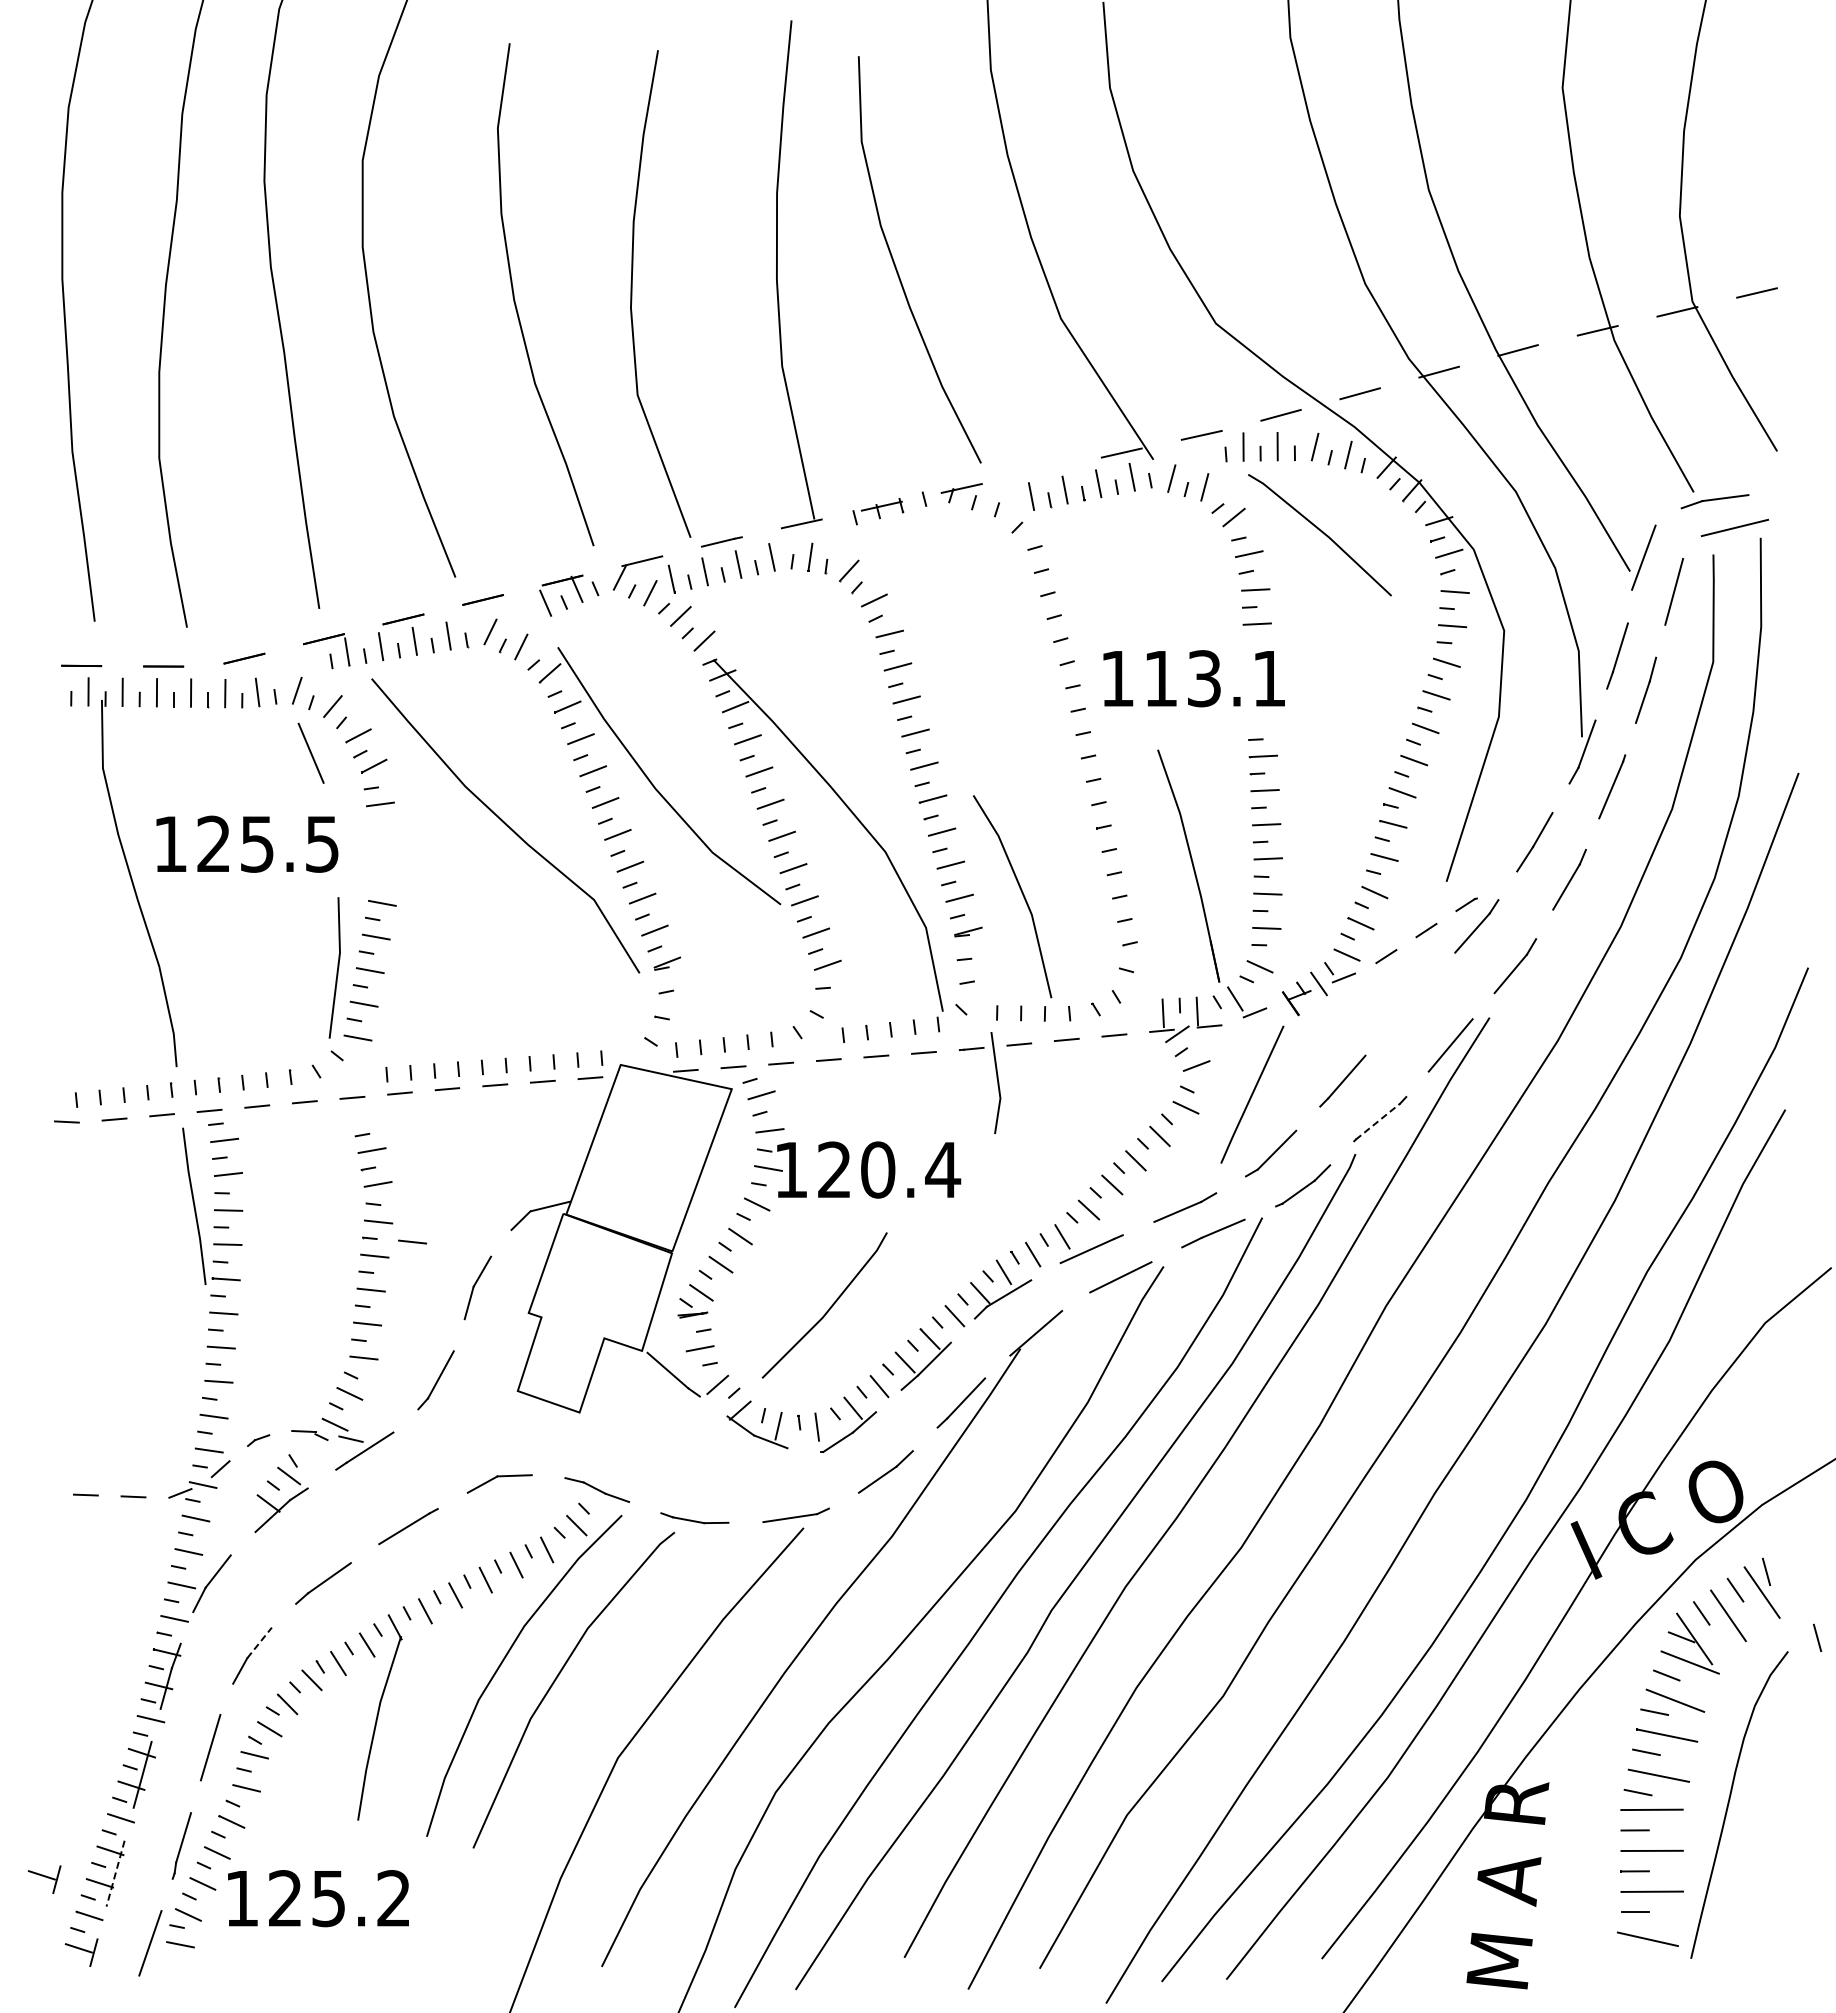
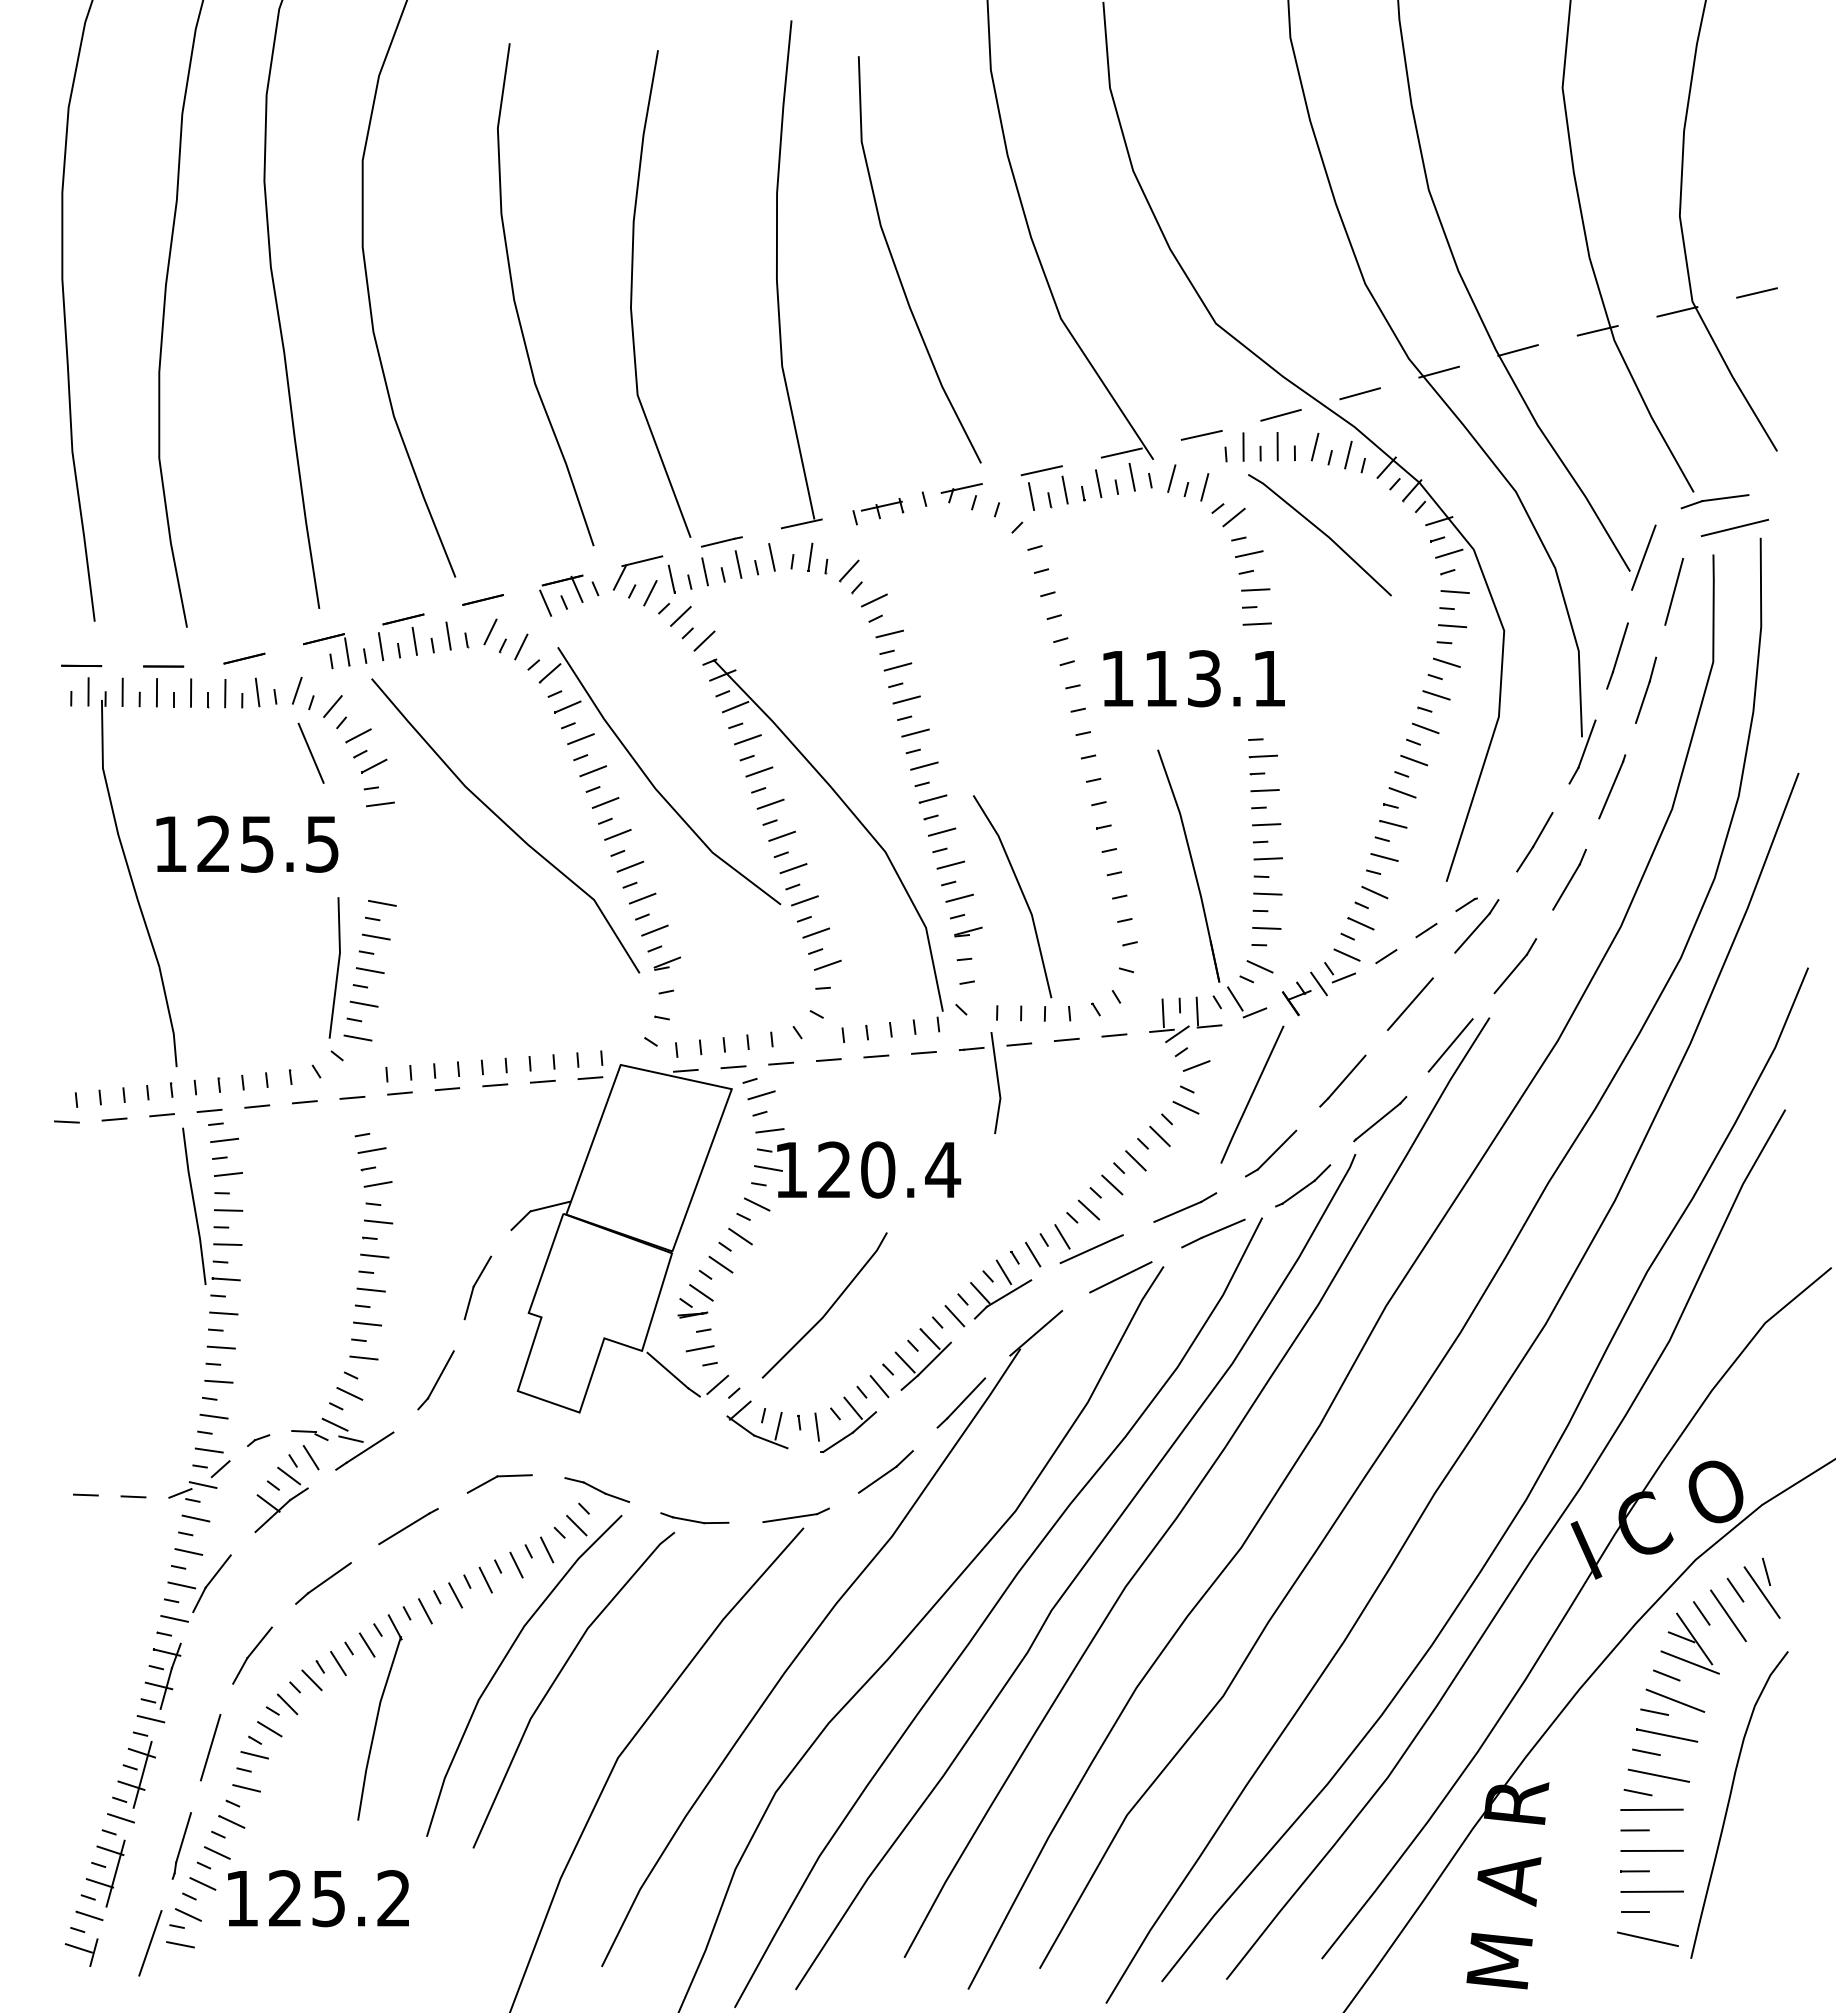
line at (1041, 470): none -> present
line at (1410, 1003): none -> present
line at (1378, 1121): dashed -> solid
line at (412, 1241): present -> none
line at (310, 1457): none -> present
line at (1817, 1637): present -> none
line at (259, 1642): dashed -> solid
line at (115, 1874): dashed -> solid
part at (44, 1879): present -> none
